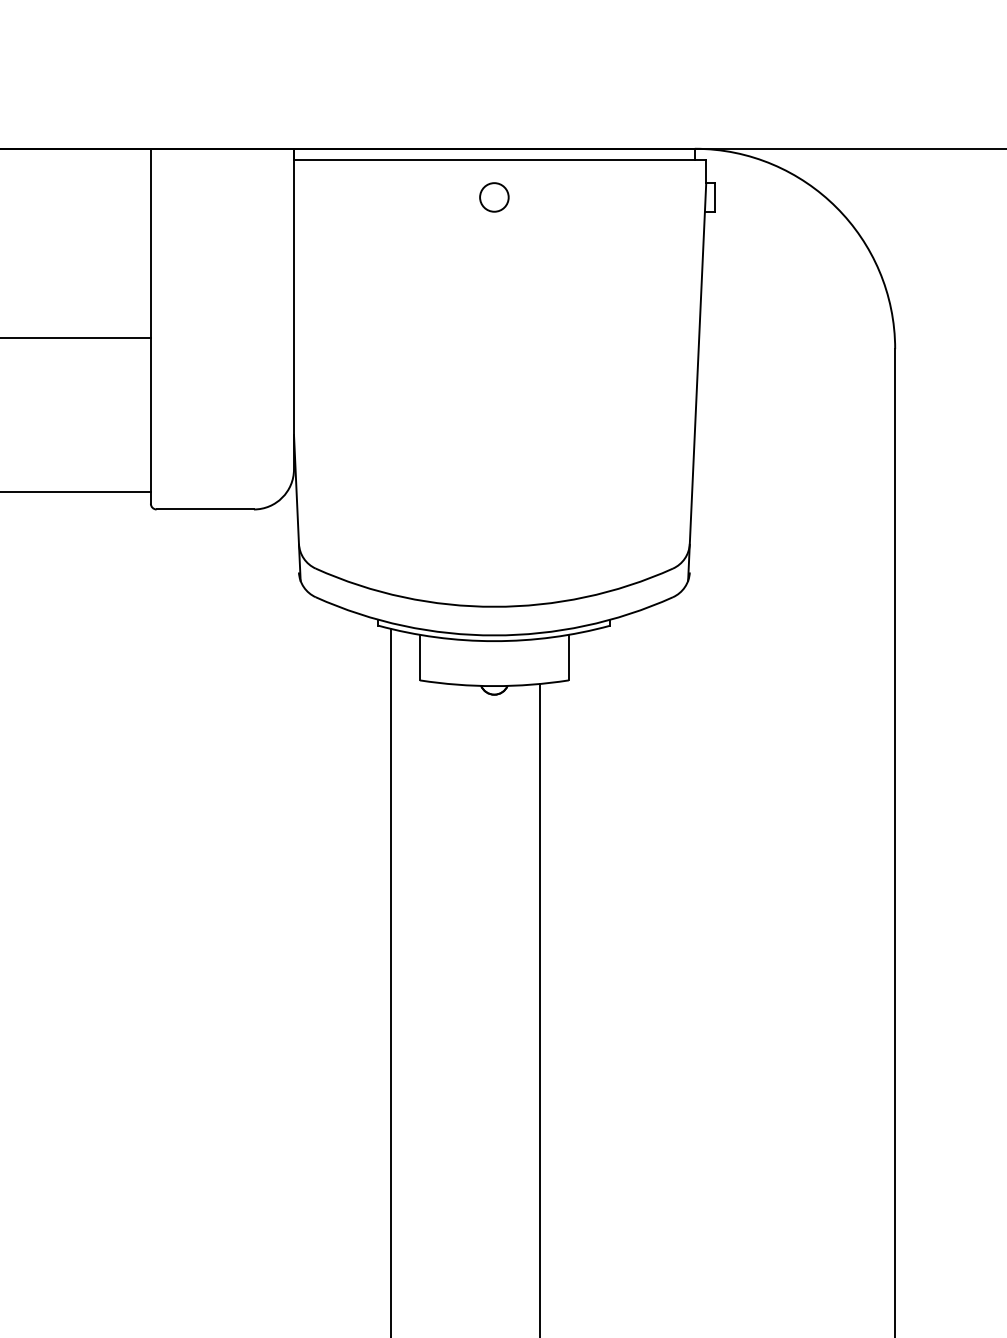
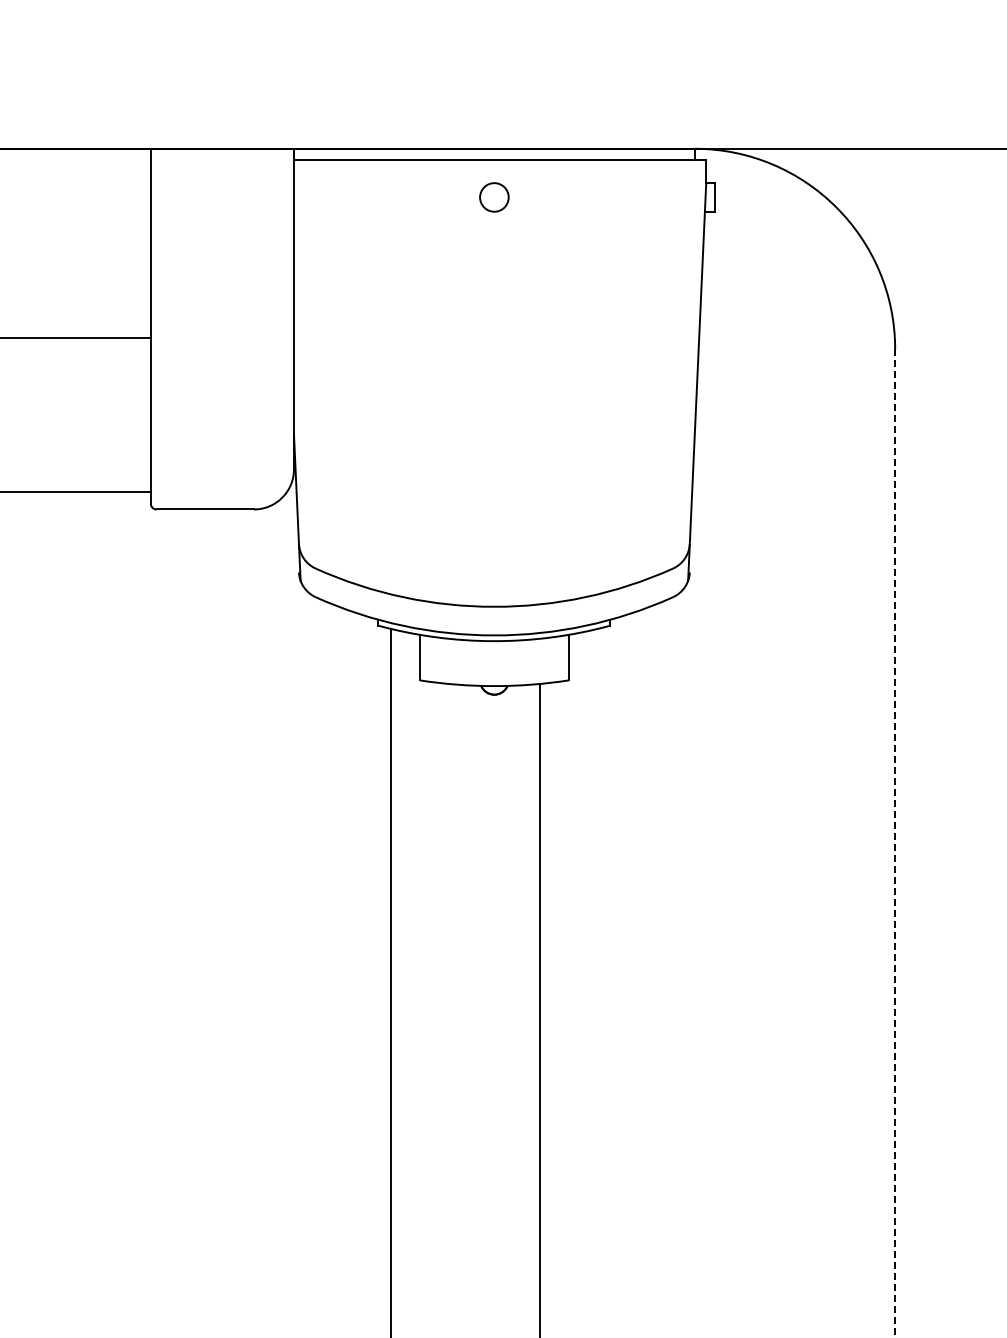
line at (895, 843): solid -> dashed
